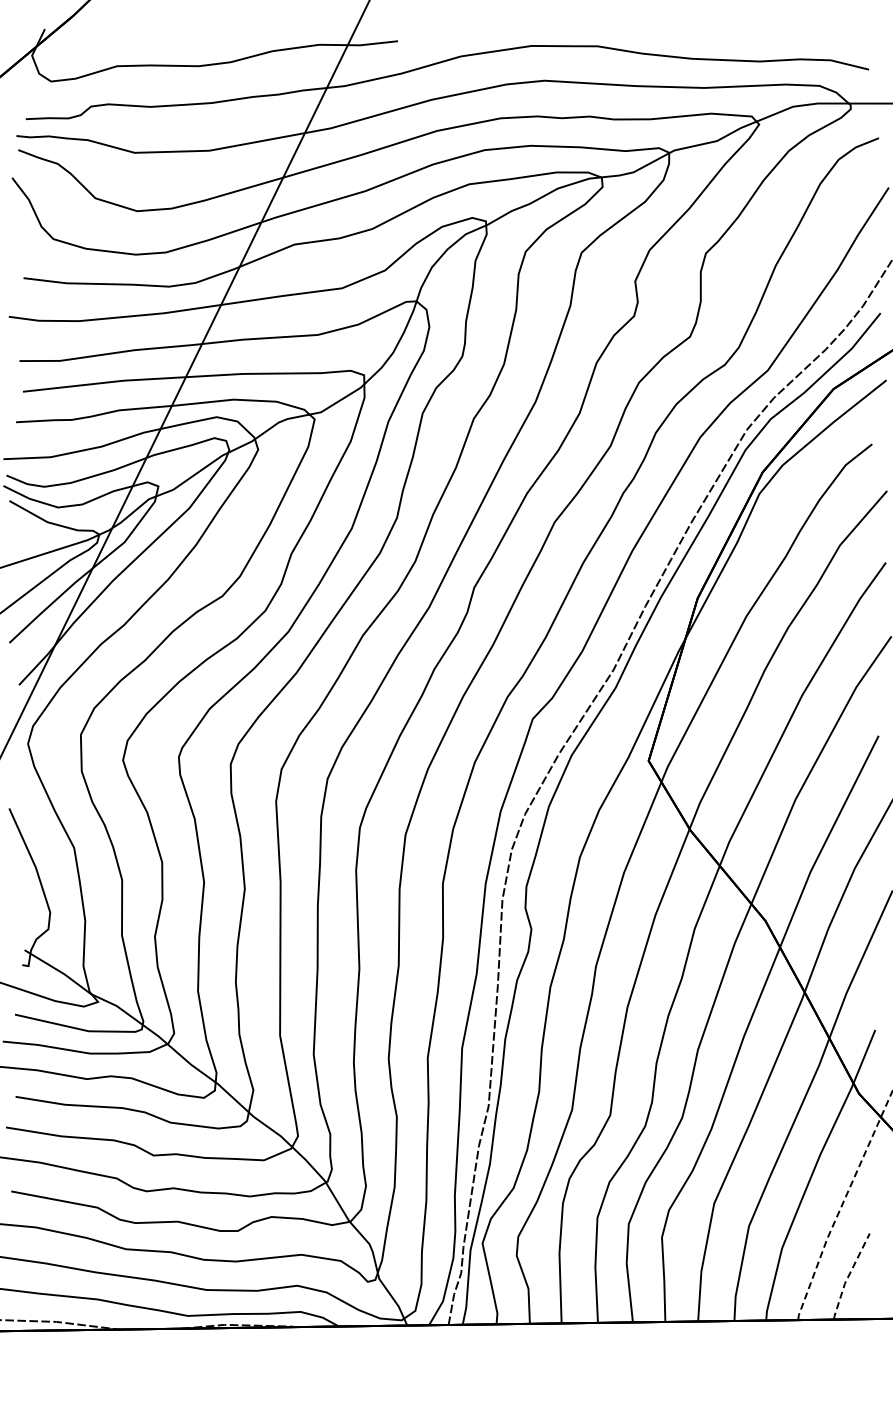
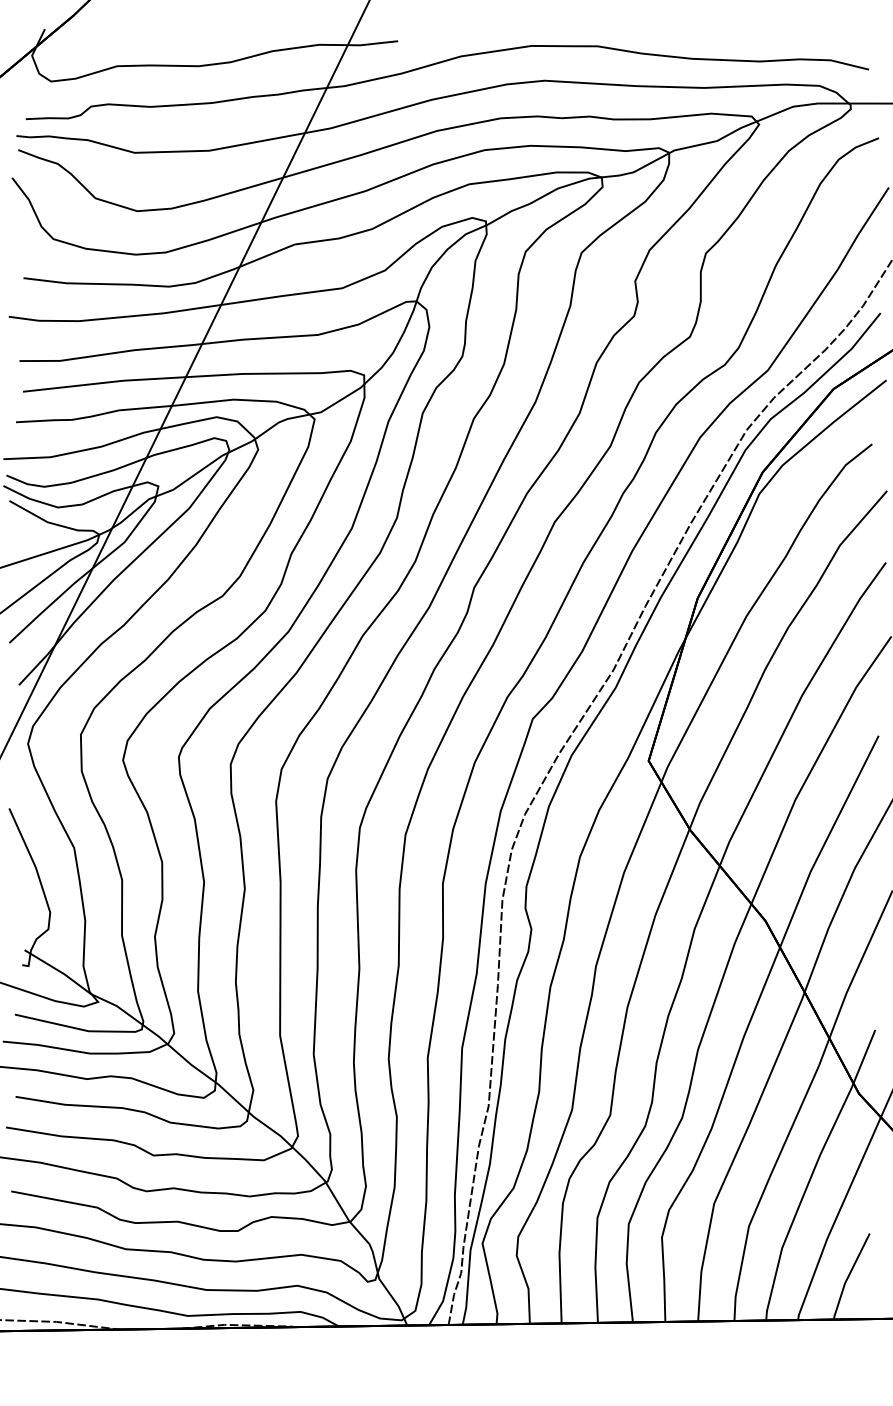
line at (842, 1205): dashed -> solid
line at (848, 1276): dashed -> solid
